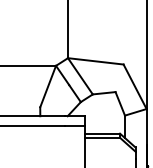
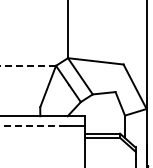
line at (28, 65): solid -> dashed
line at (33, 125): solid -> dashed
